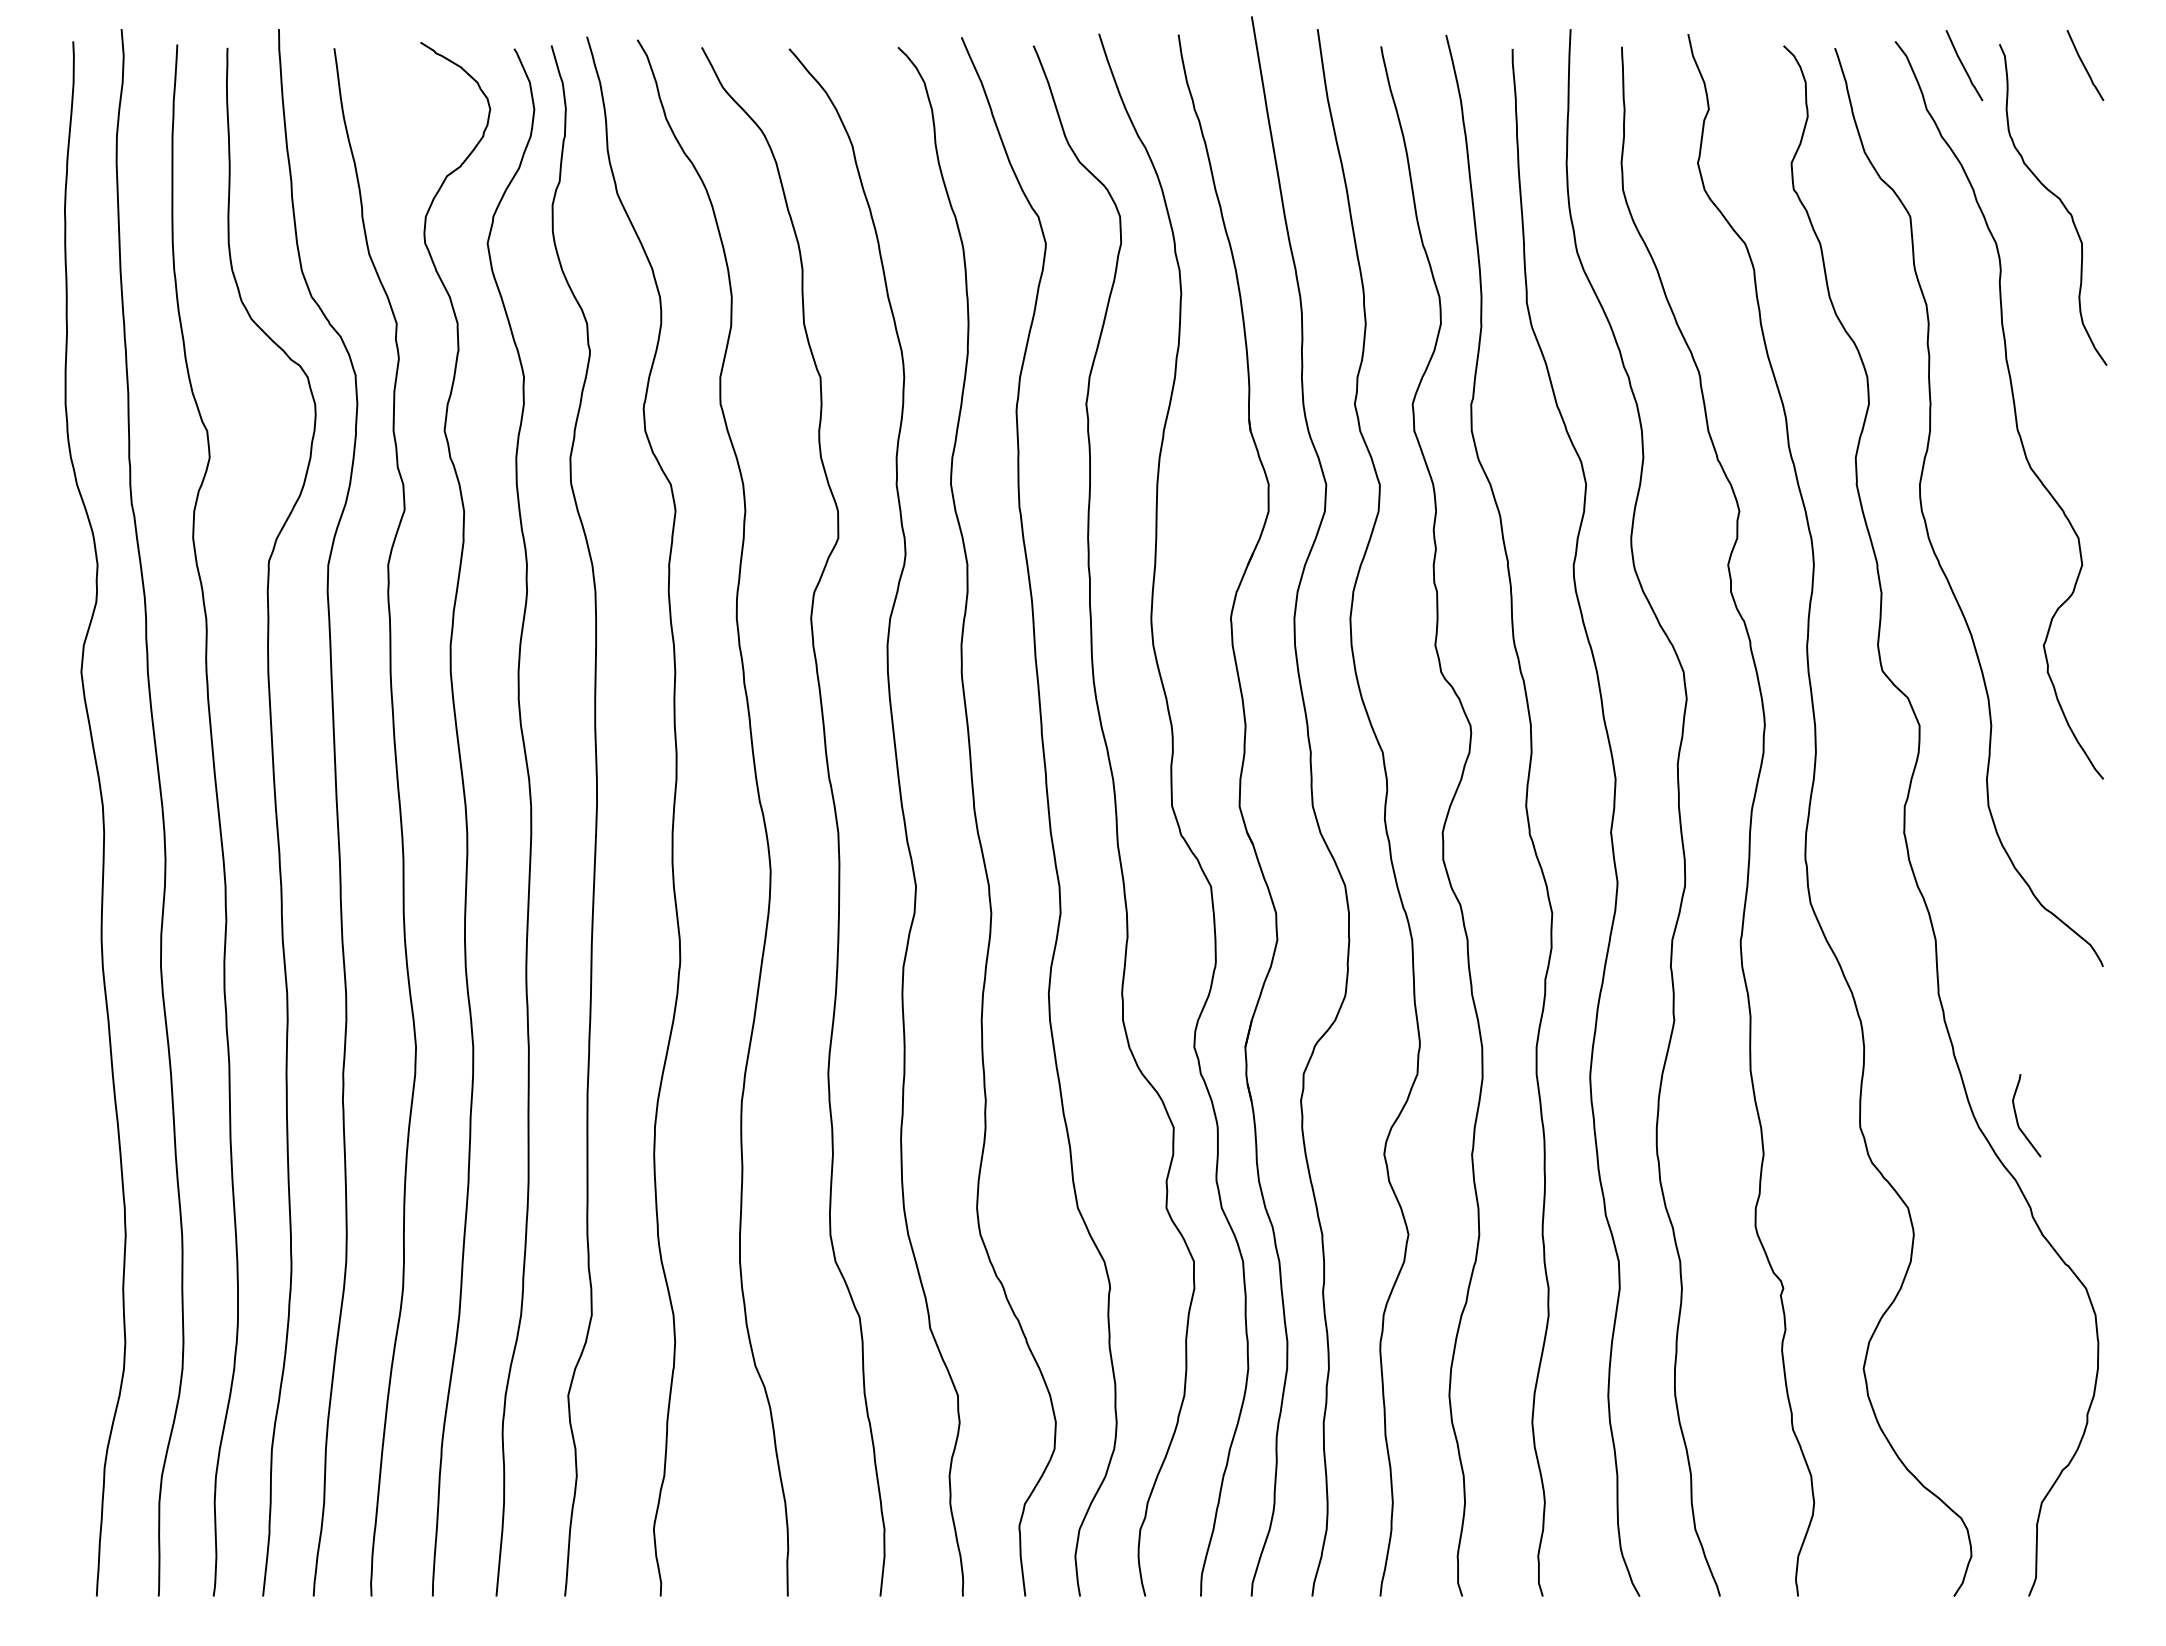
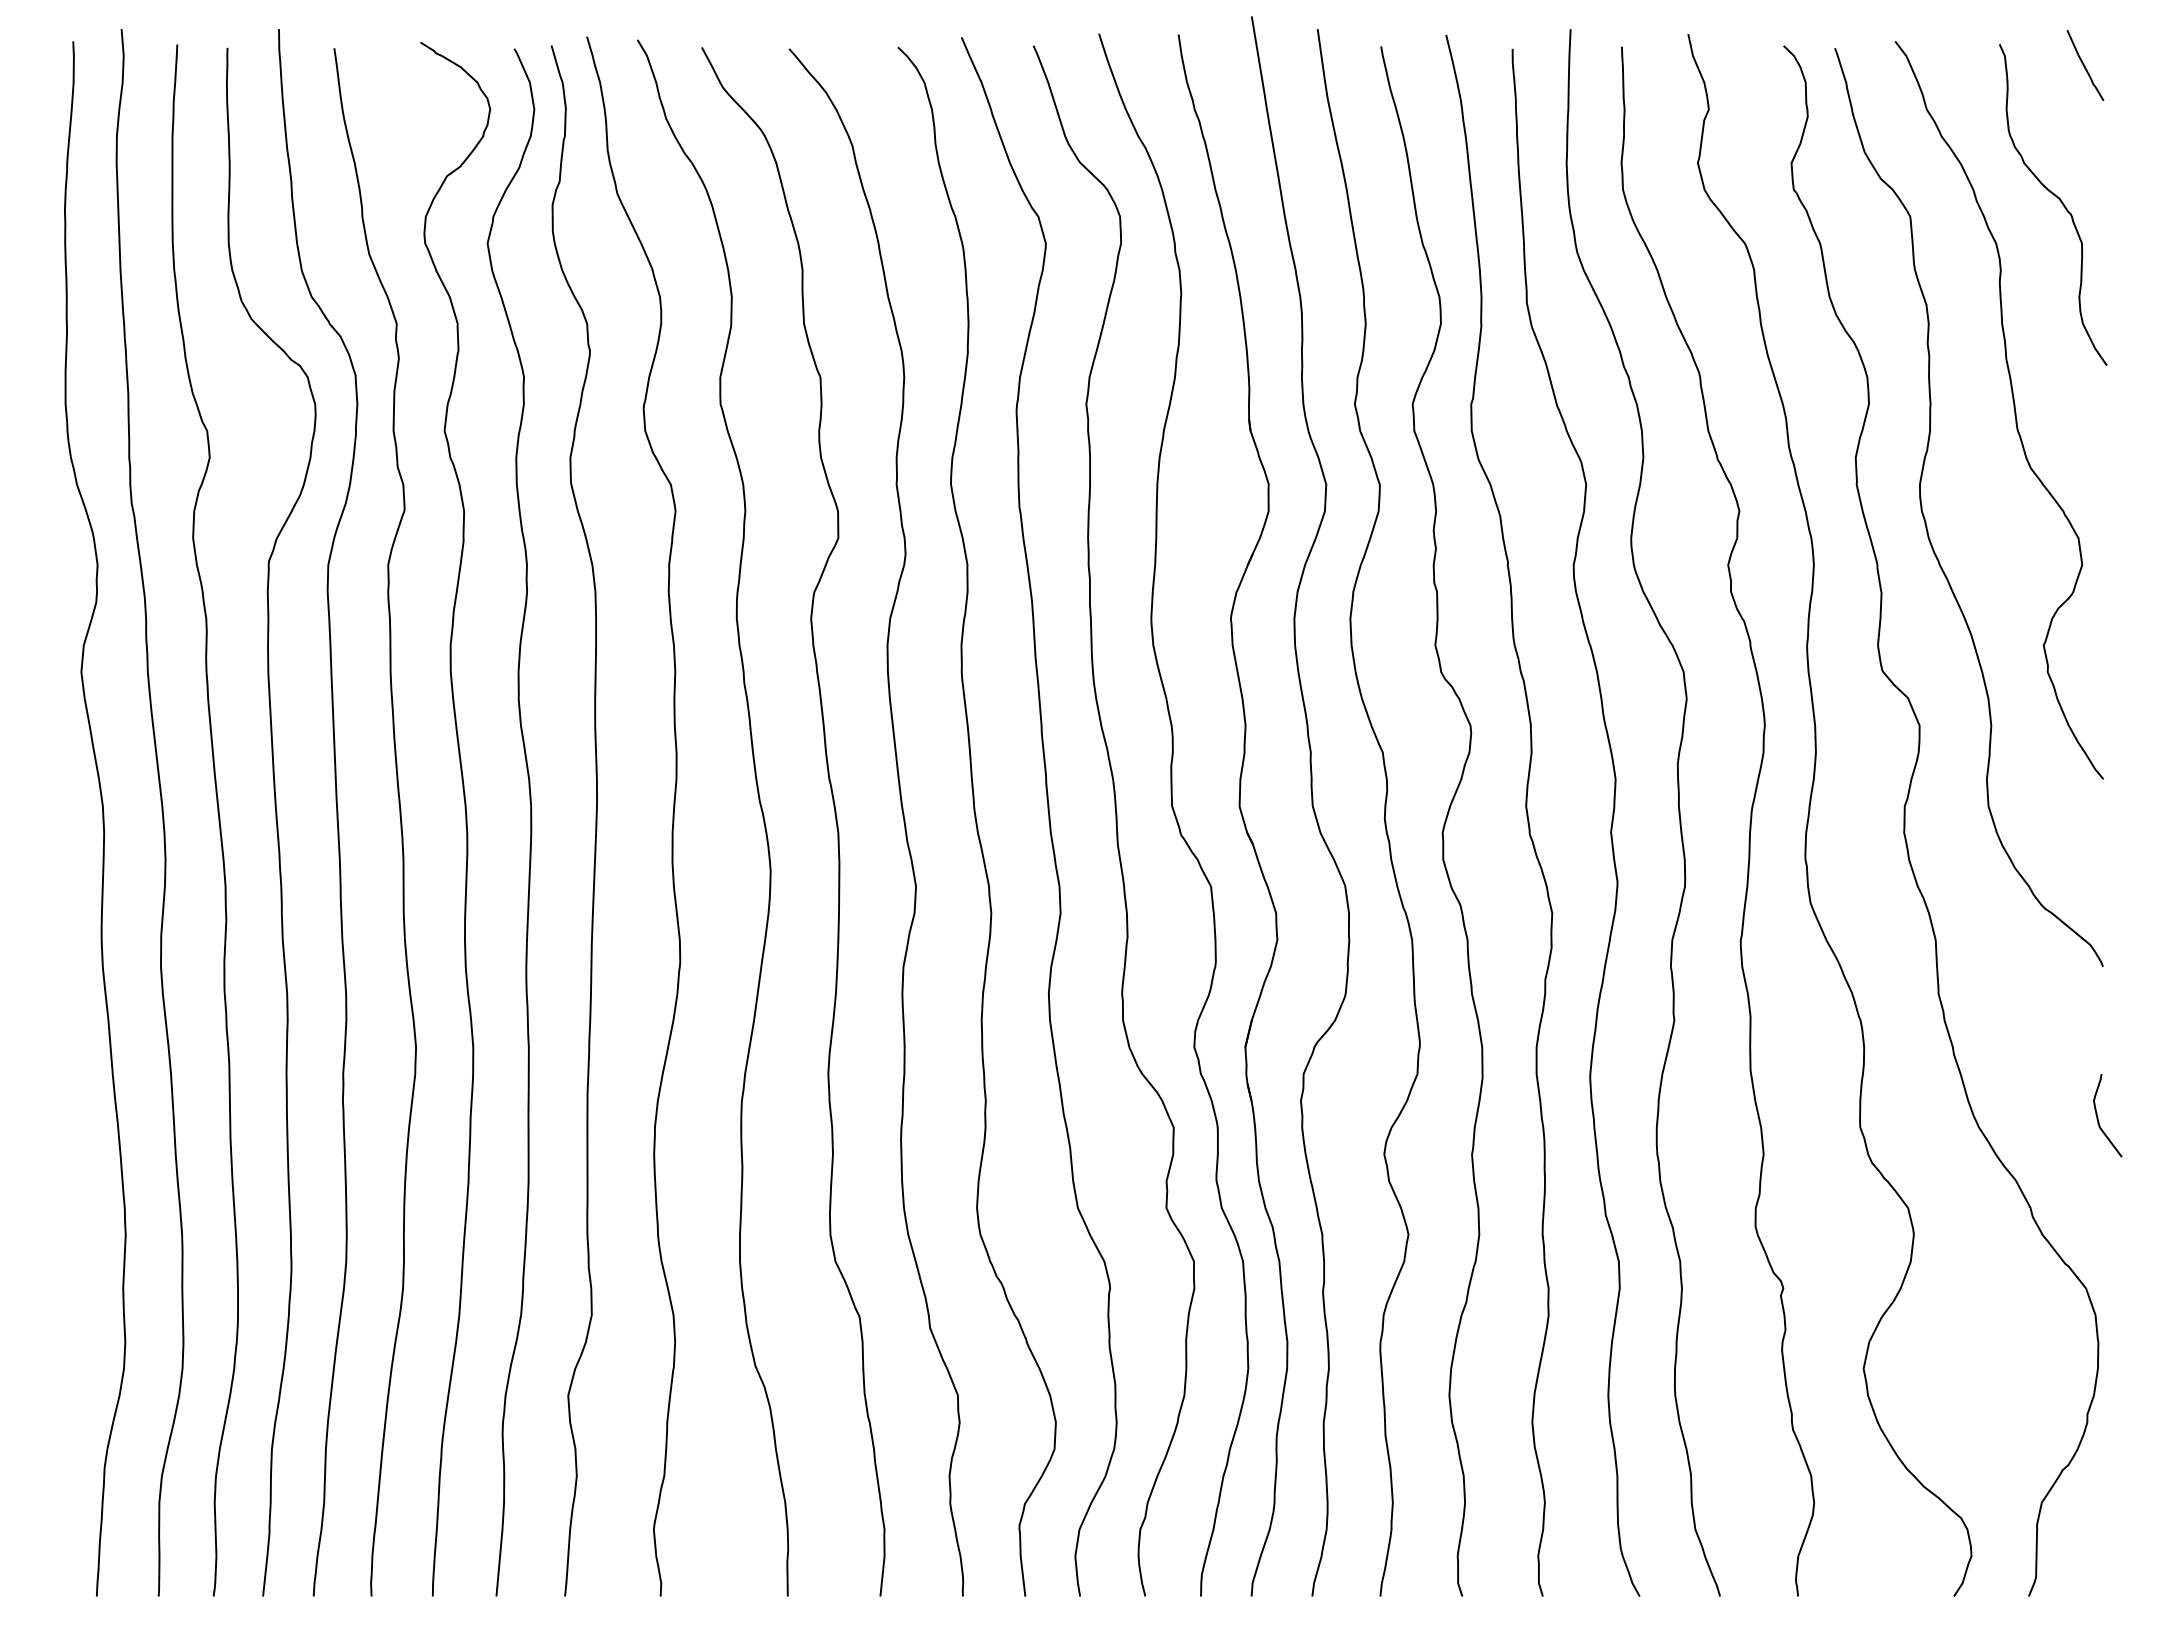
curve at (1963, 65): present -> none
curve at (2017, 1117) position: (2017, 1117) -> (2098, 1117)
